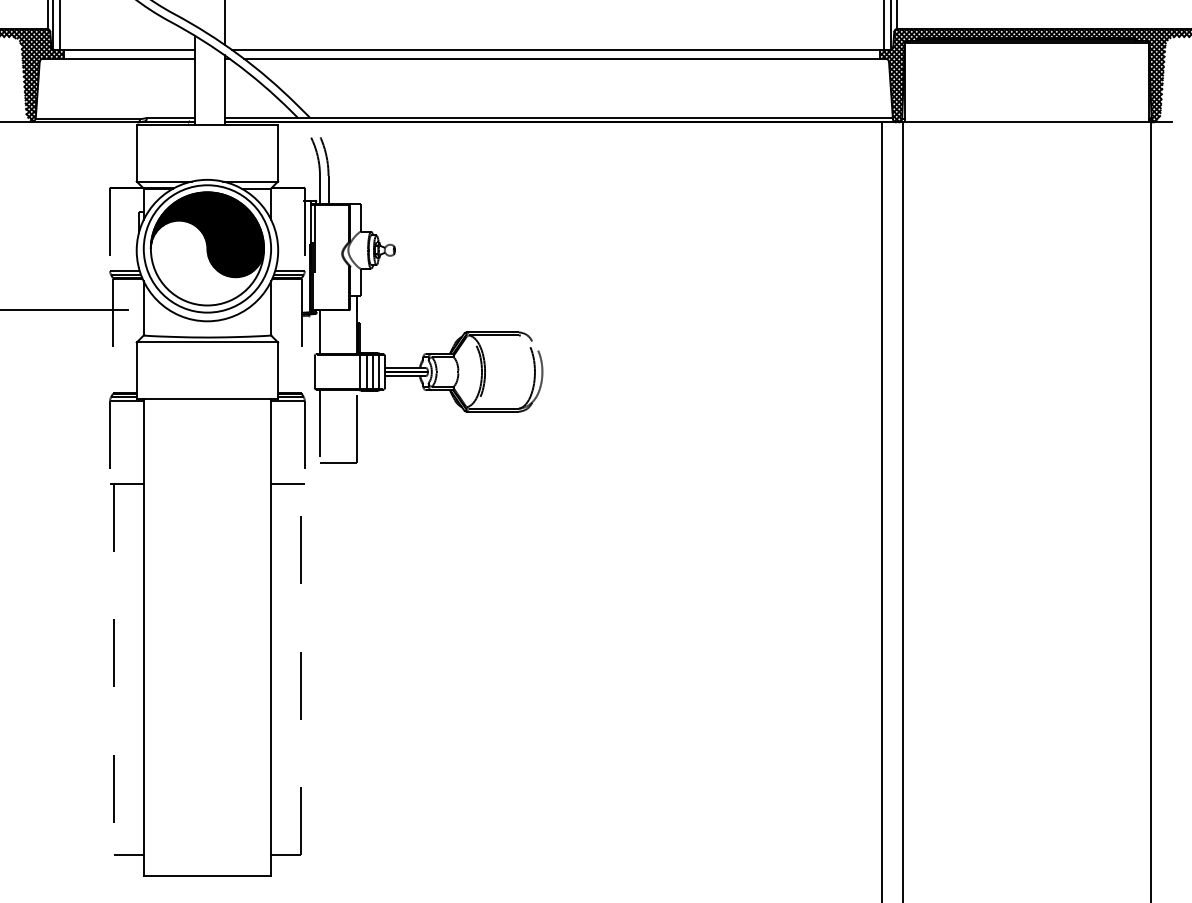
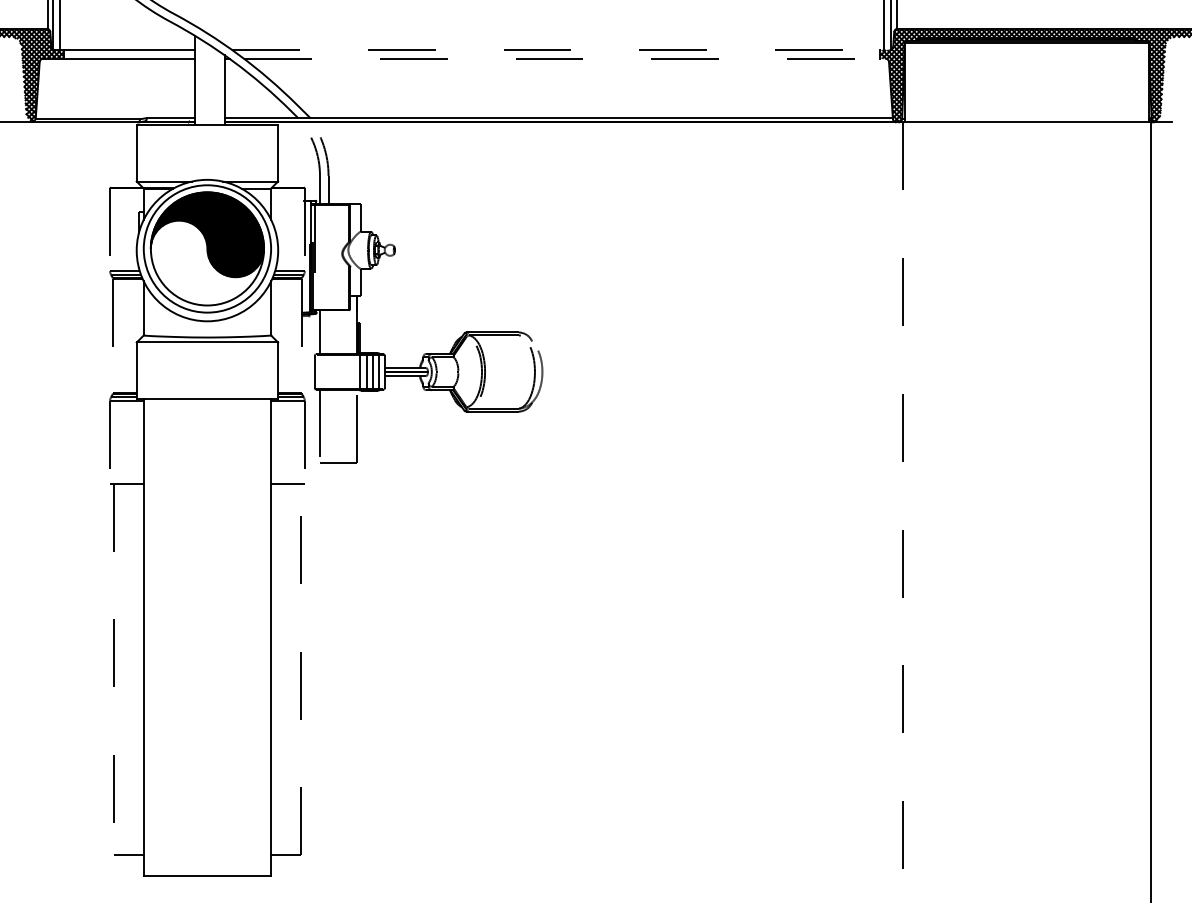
line at (224, 23): present -> none
line at (561, 49): solid -> dashed
line at (564, 58): solid -> dashed
line at (65, 309): present -> none
line at (882, 510): present -> none
line at (903, 512): solid -> dashed
